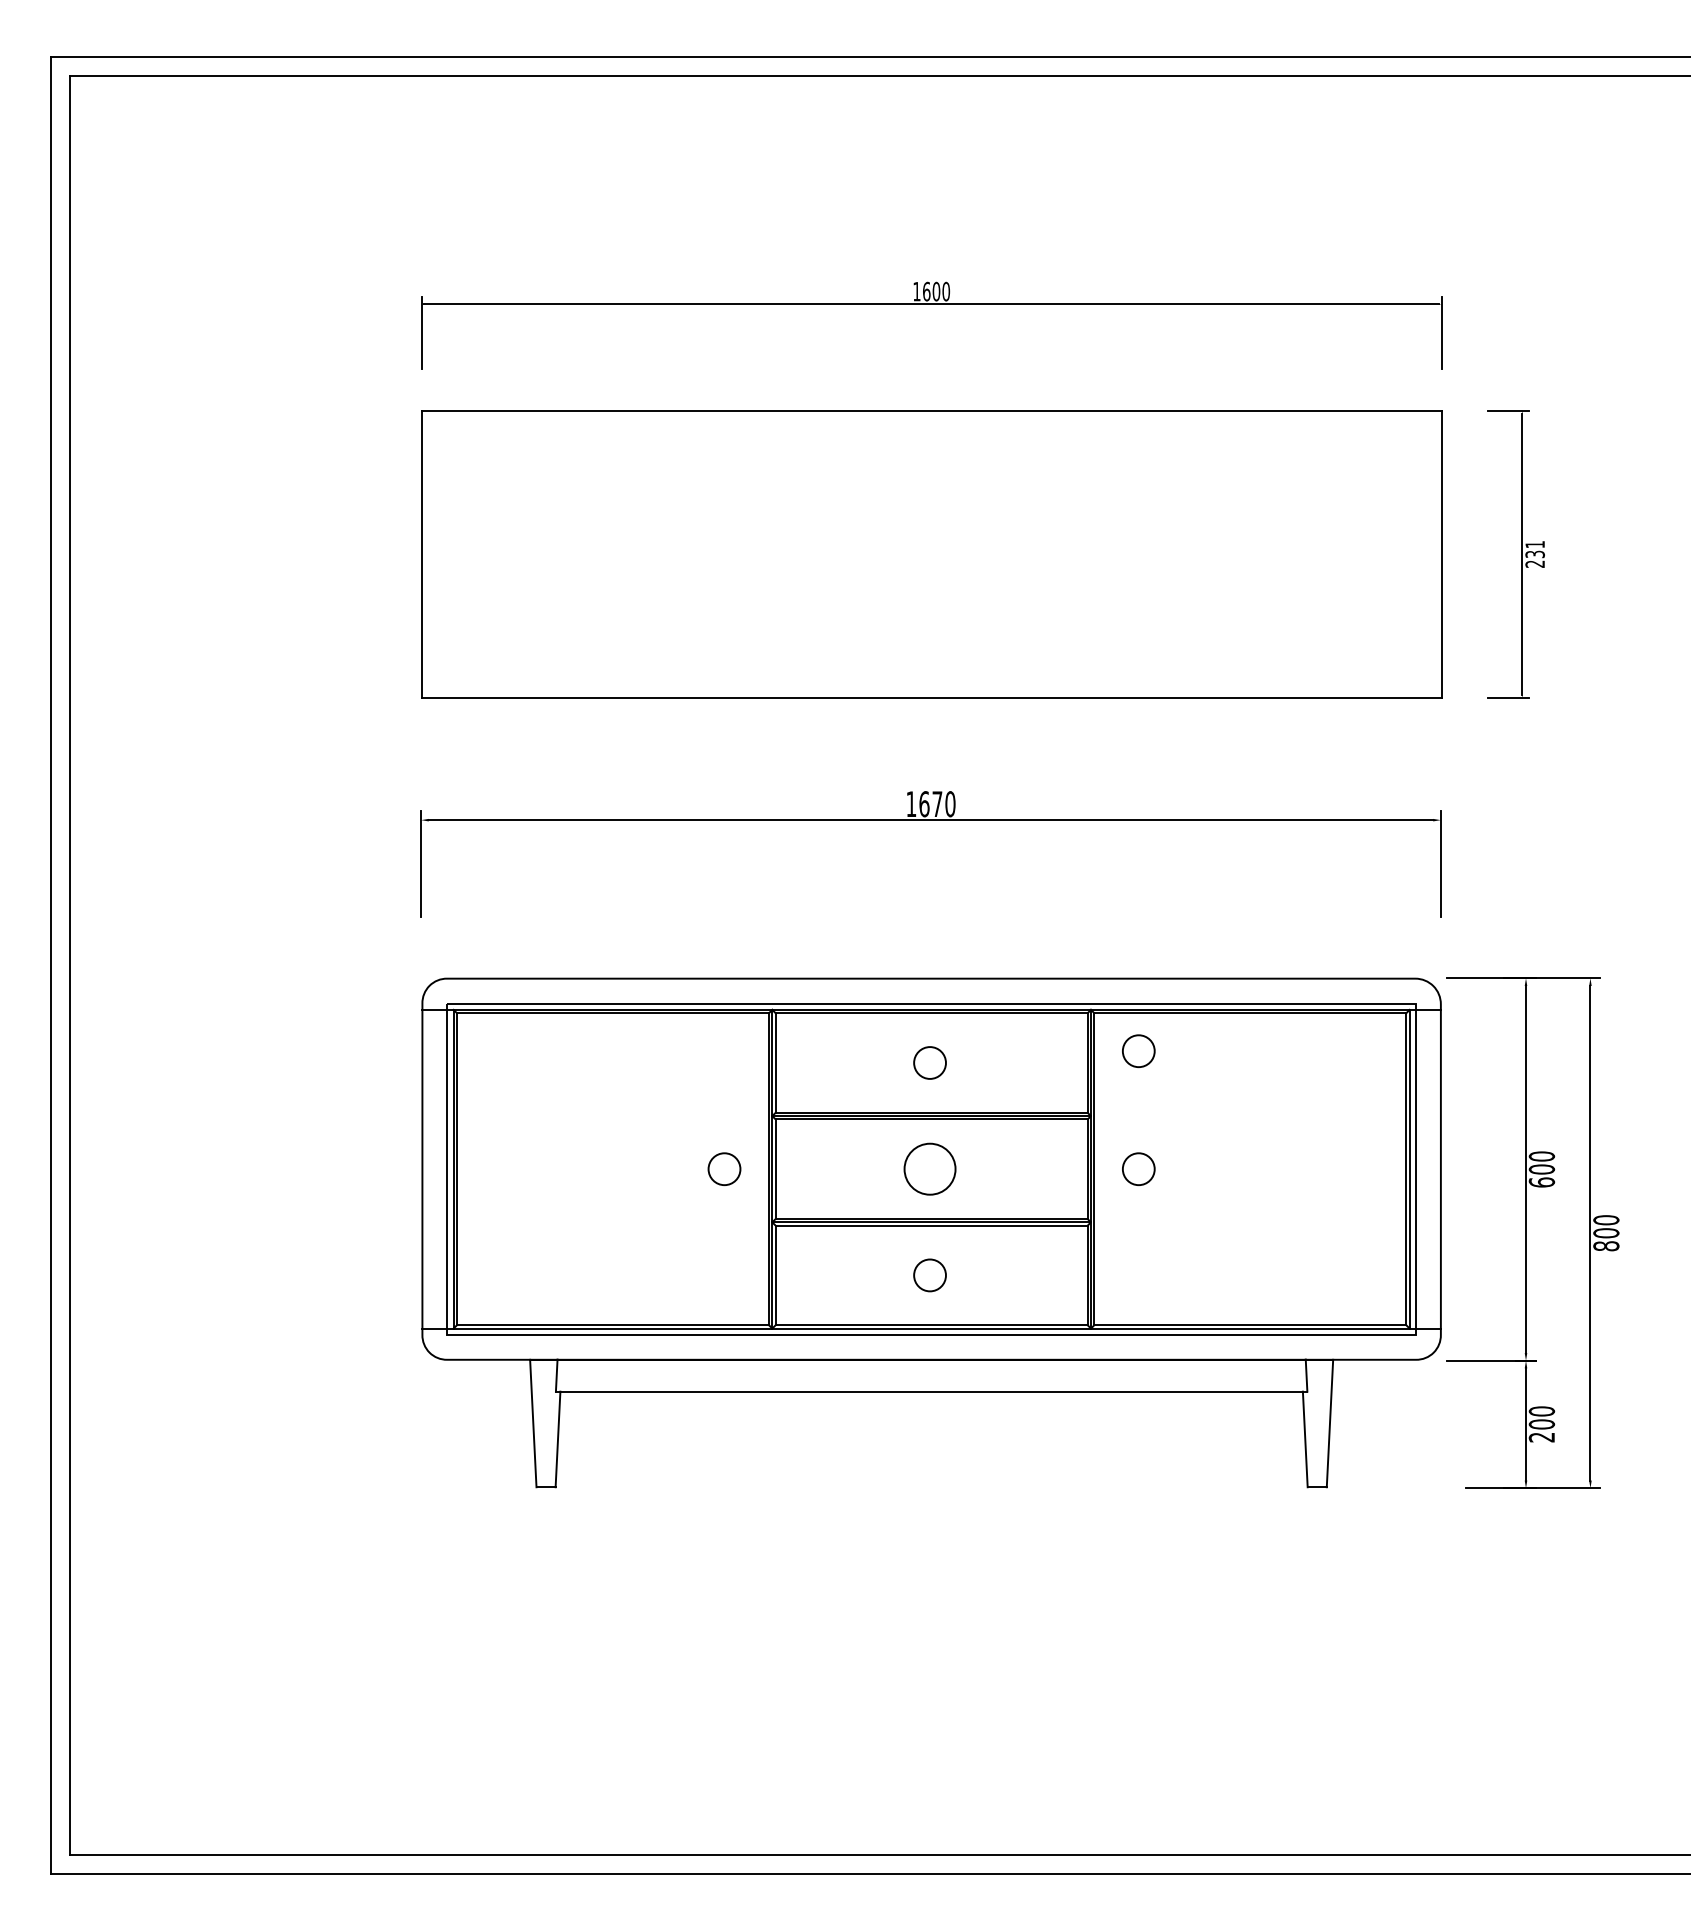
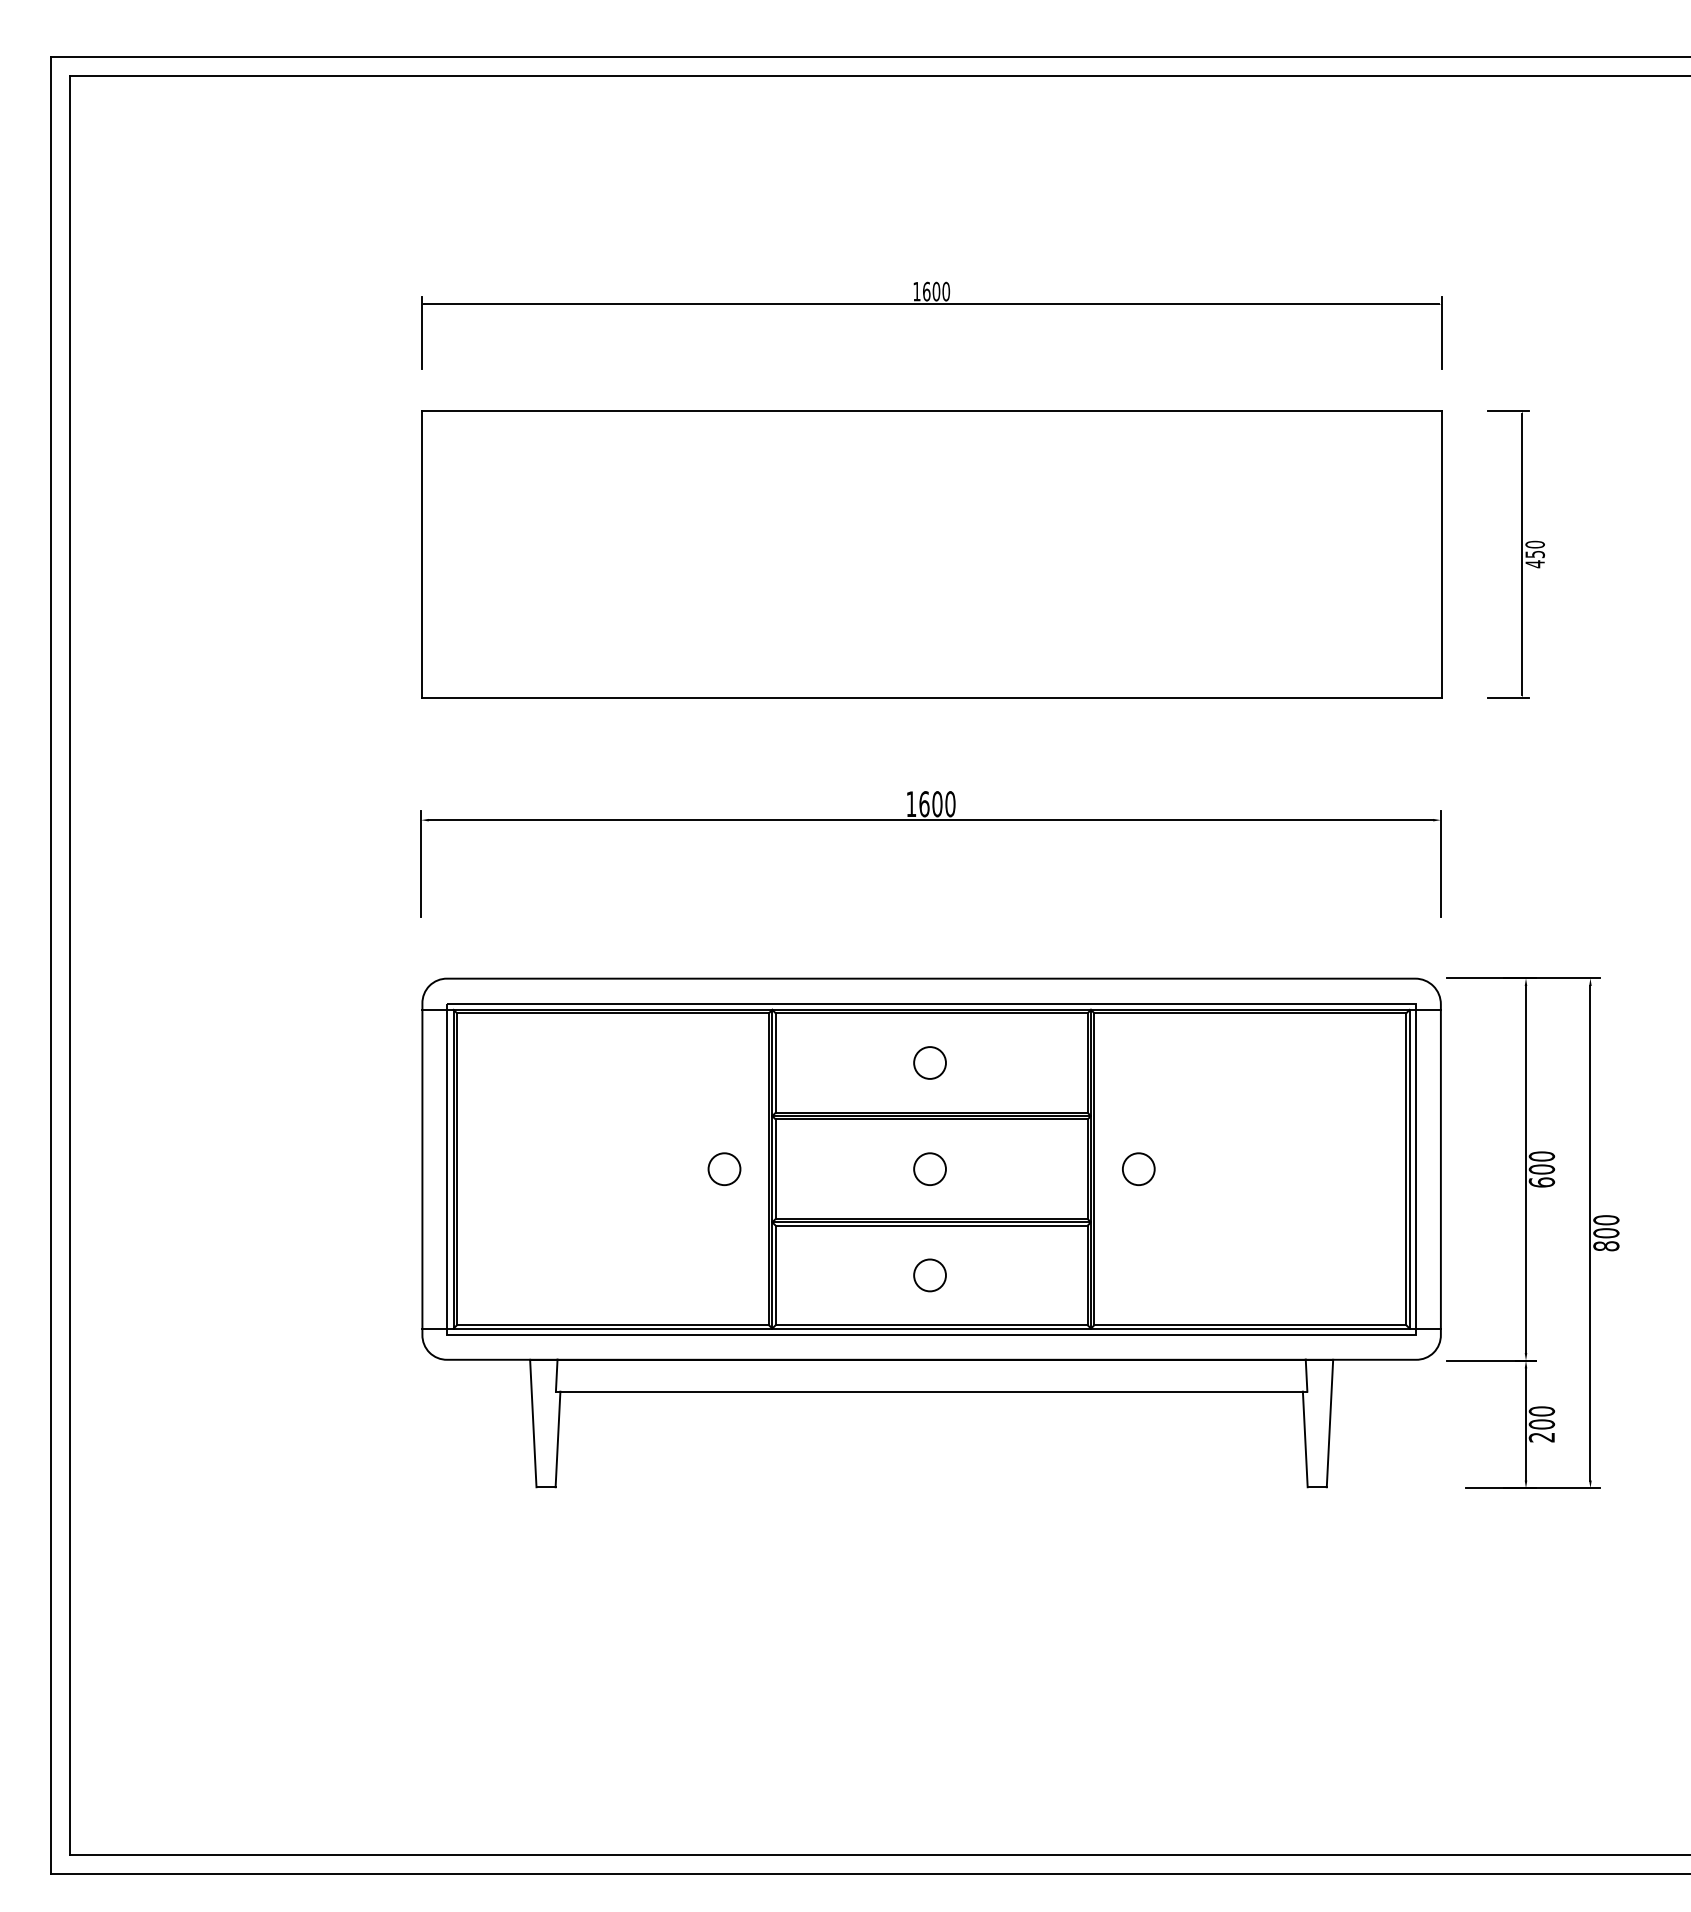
text at (1534, 554): 231 -> 450
text at (937, 804): 1670 -> 1600
circle at (1138, 1050): present -> none
circle at (929, 1168) diameter: 51 px -> 32 px
